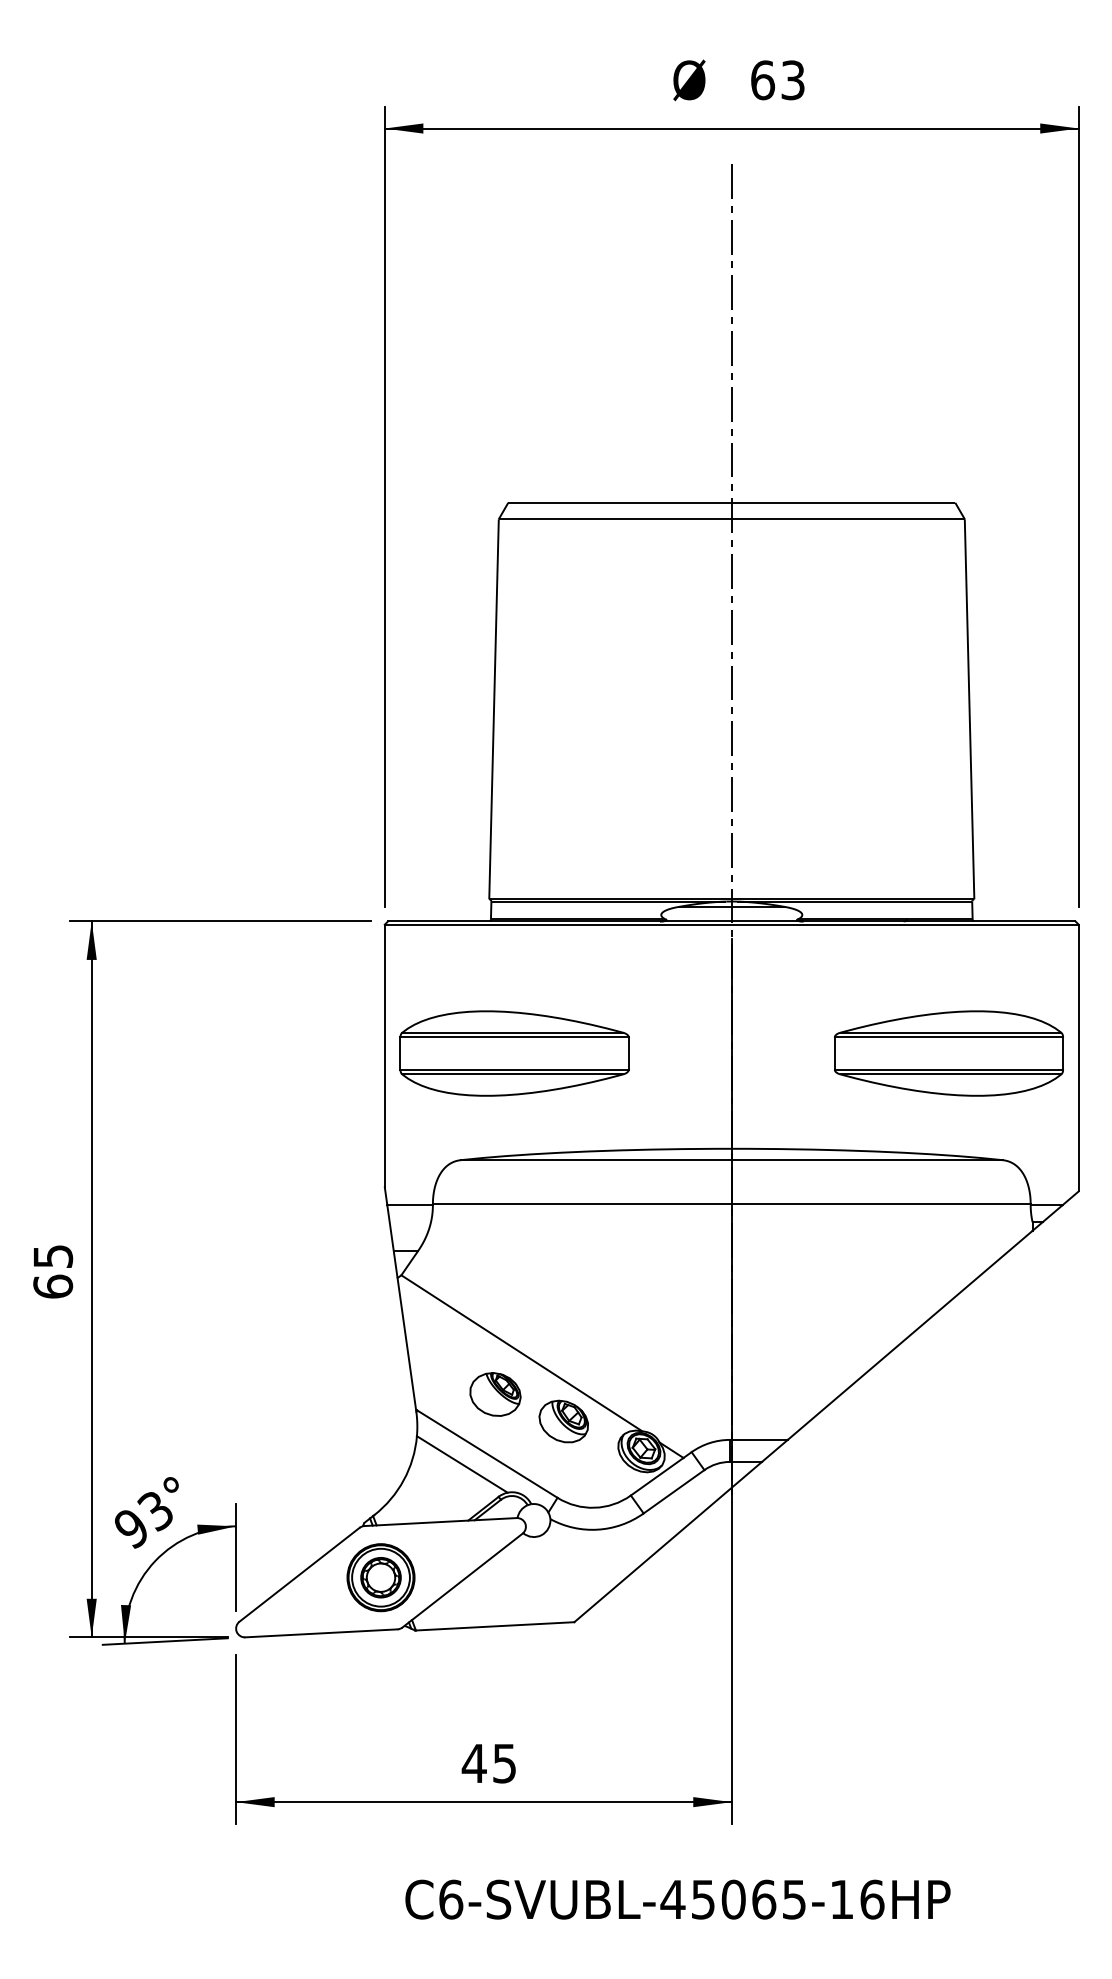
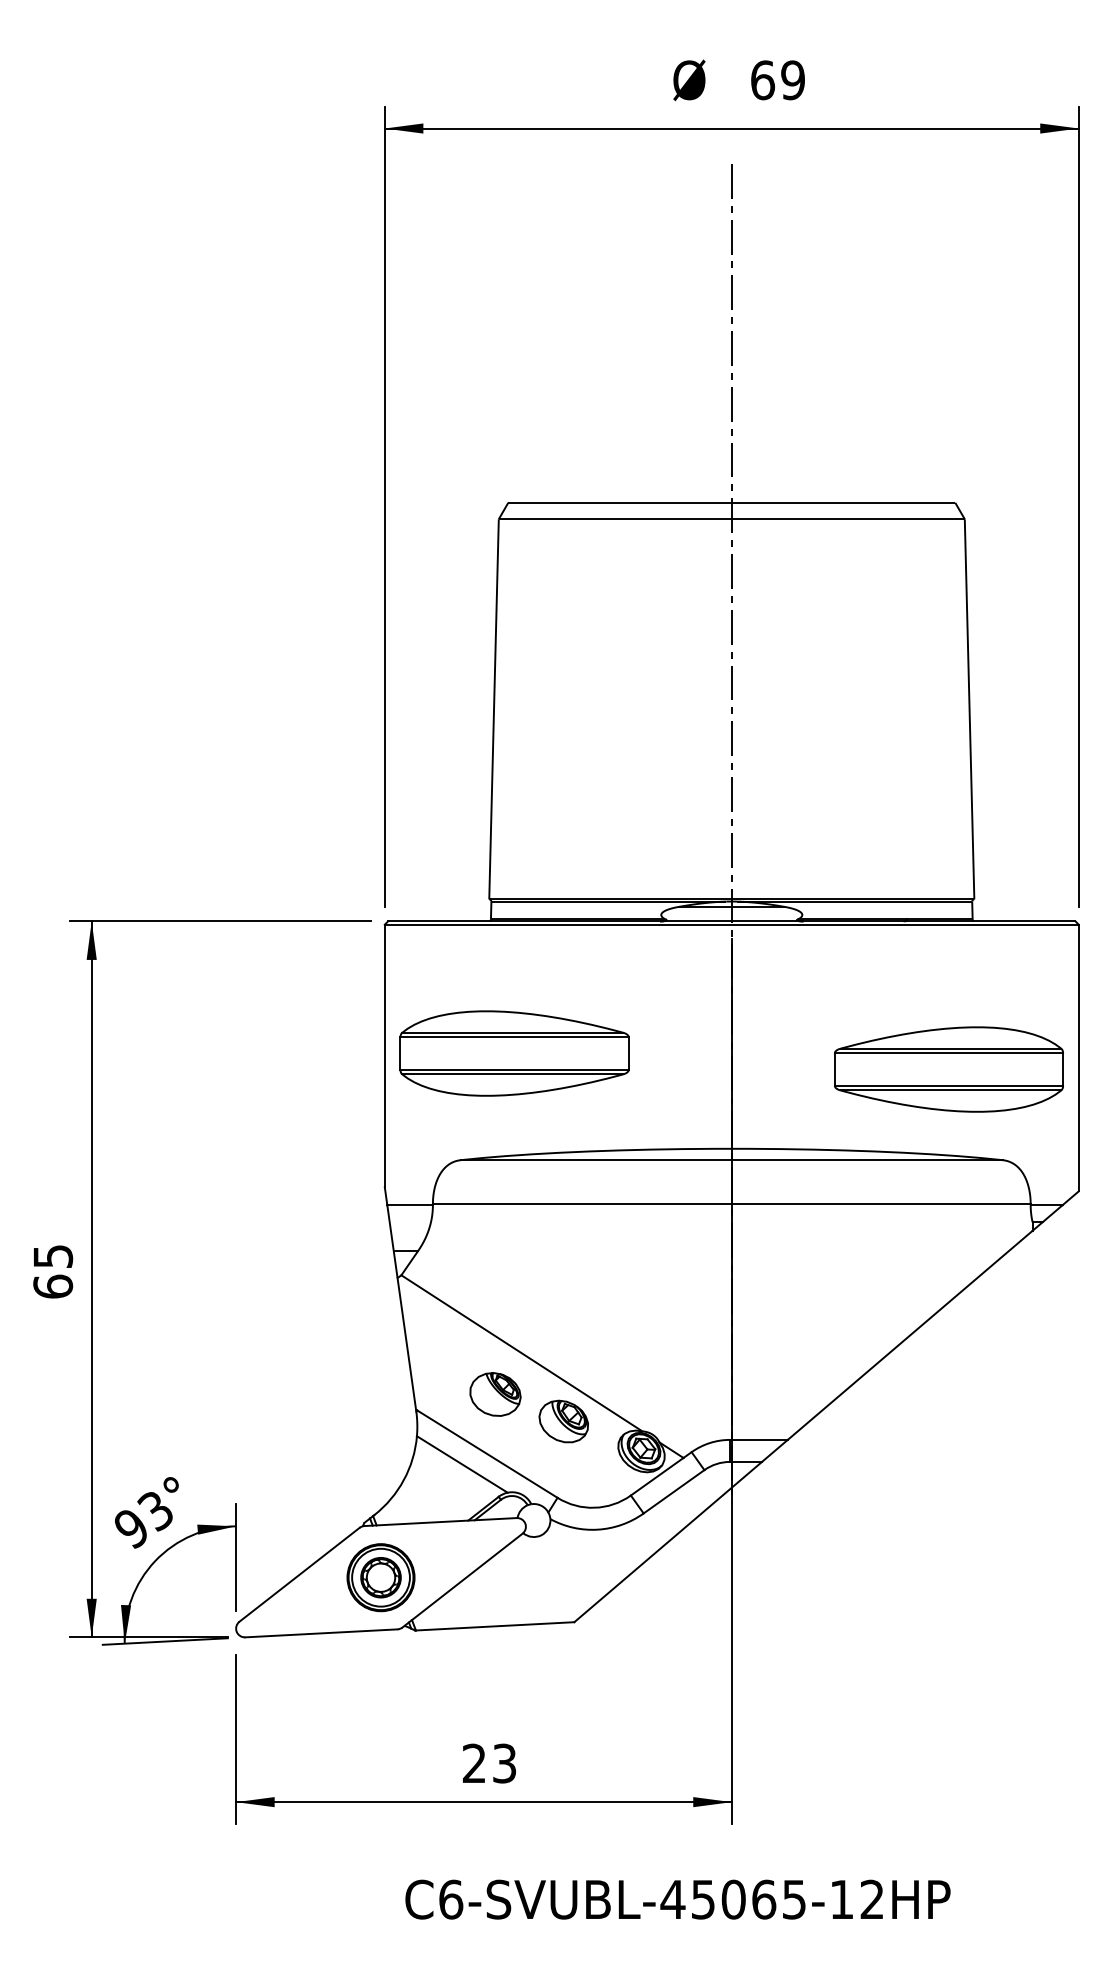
text at (792, 80): 63 -> 69
part at (948, 1053) position: (948, 1053) -> (948, 1069)
text at (488, 1762): 45 -> 23
text at (872, 1899): C6-SVUBL-45065-16HP -> C6-SVUBL-45065-12HP
